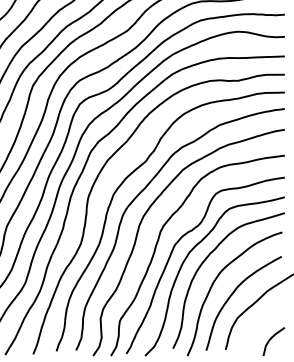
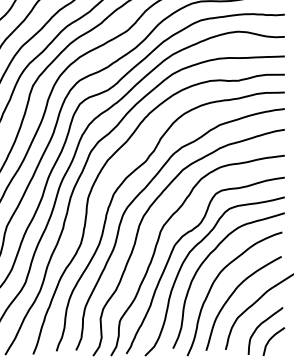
curve at (260, 325): none -> present
